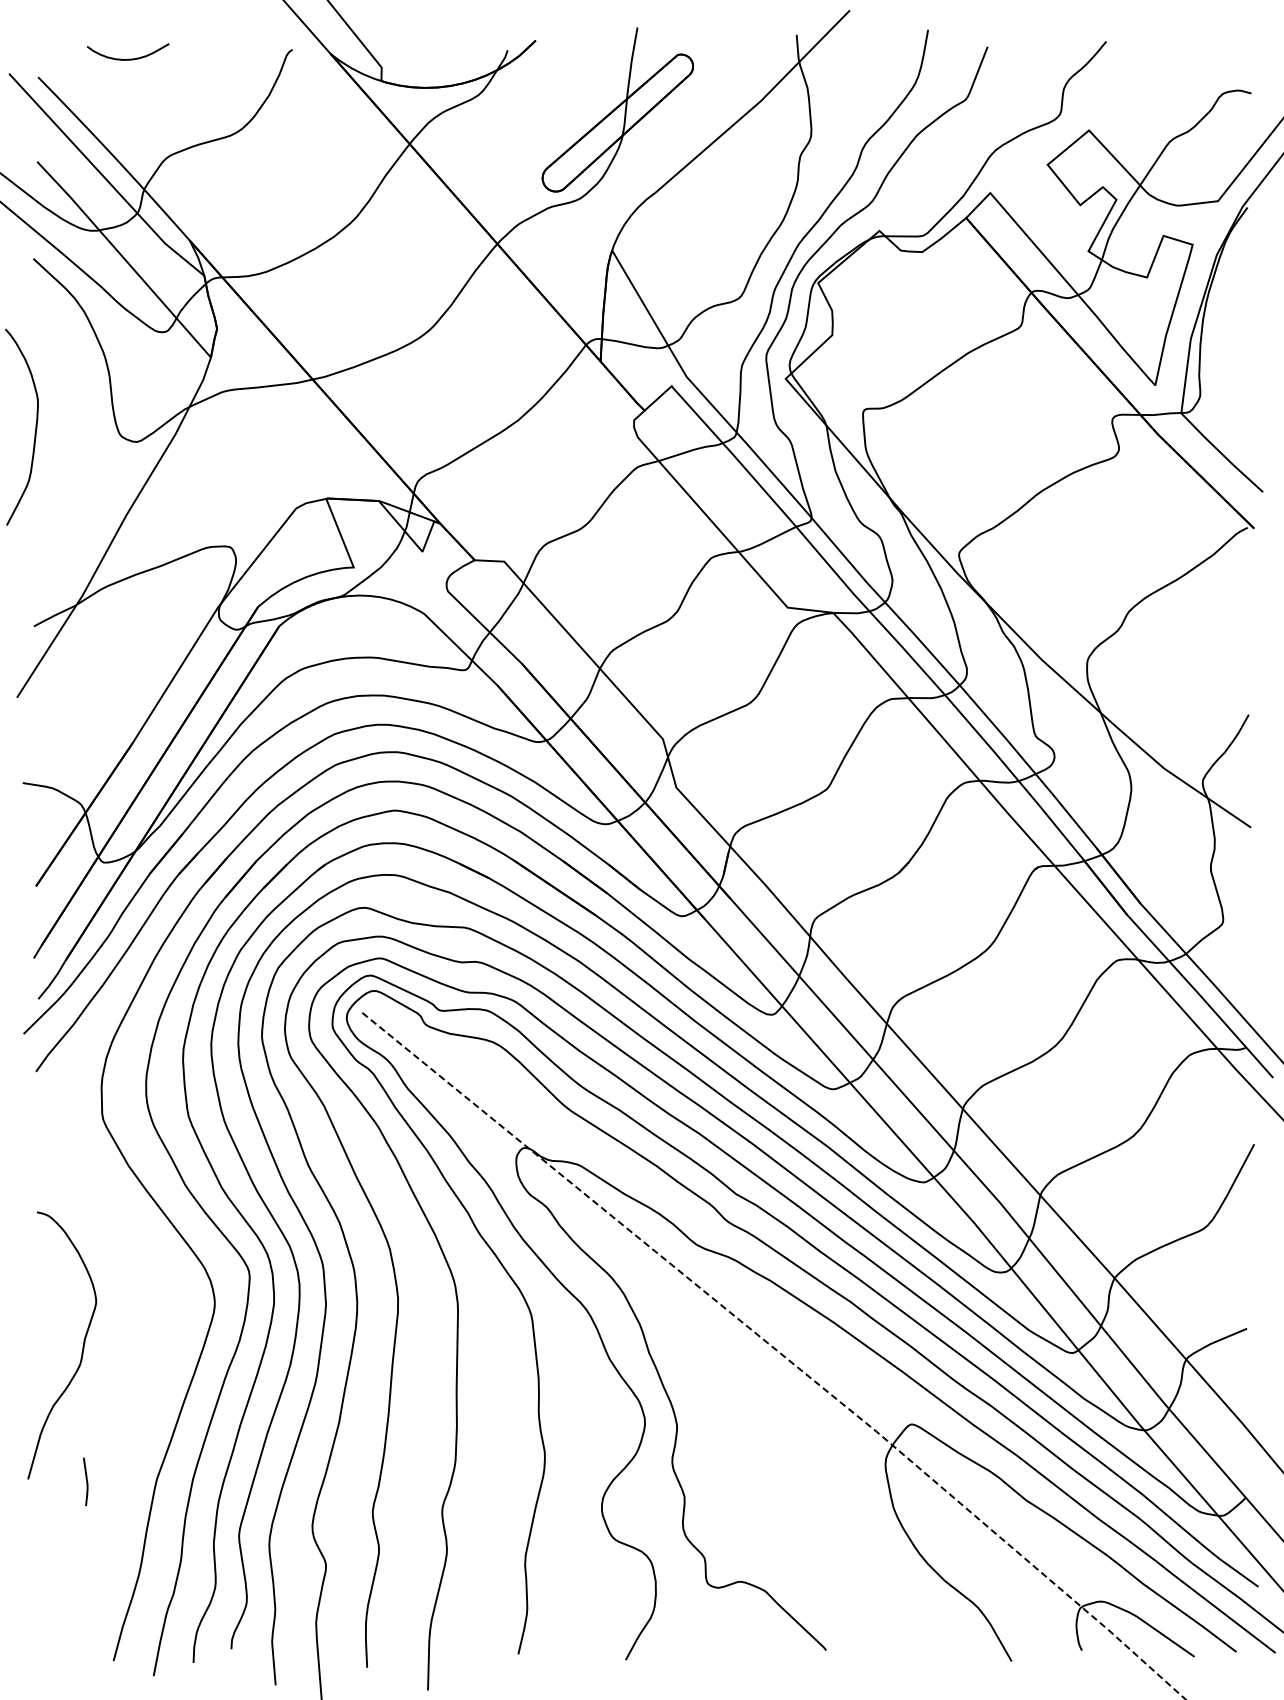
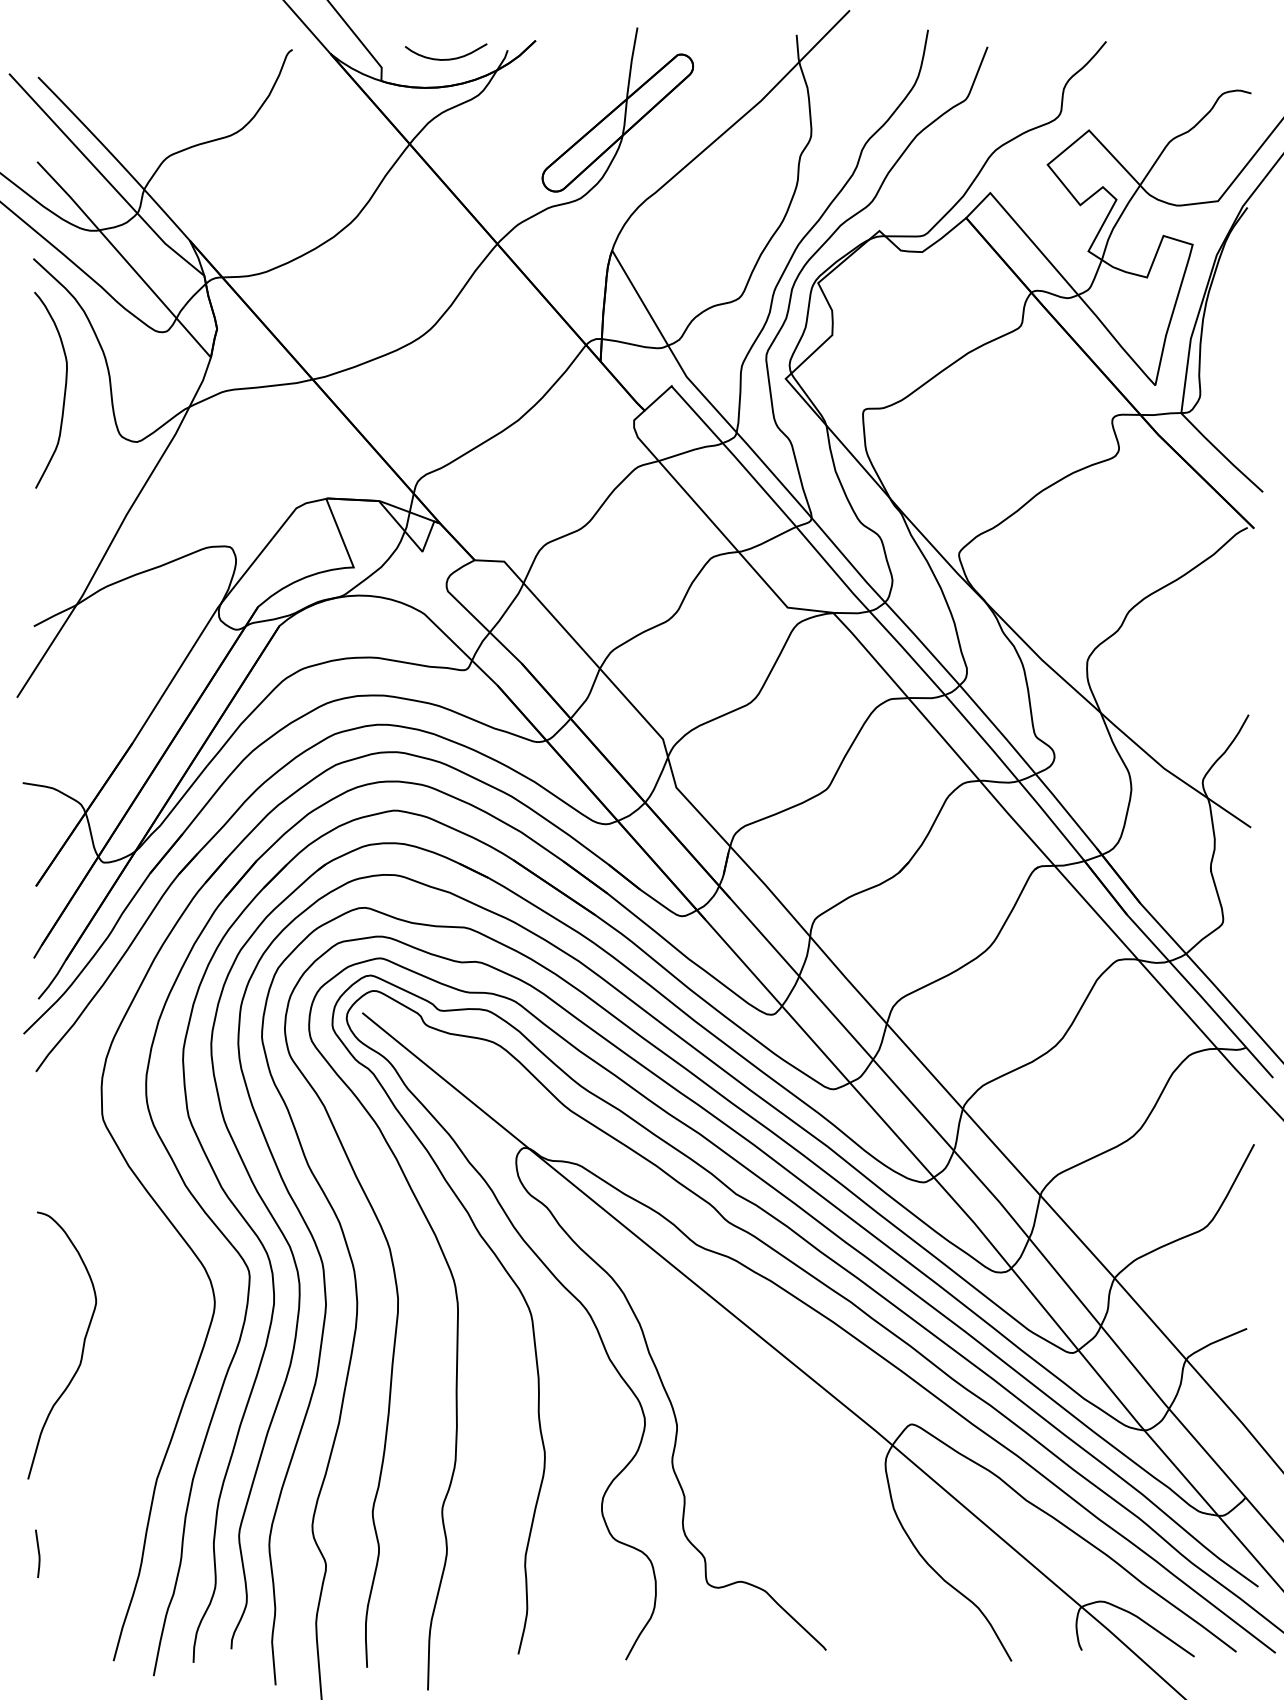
curve at (127, 58) position: (127, 58) -> (445, 58)
curve at (35, 426) position: (35, 426) -> (64, 389)
line at (778, 1352): dashed -> solid
line at (86, 1481) position: (86, 1481) -> (38, 1553)
